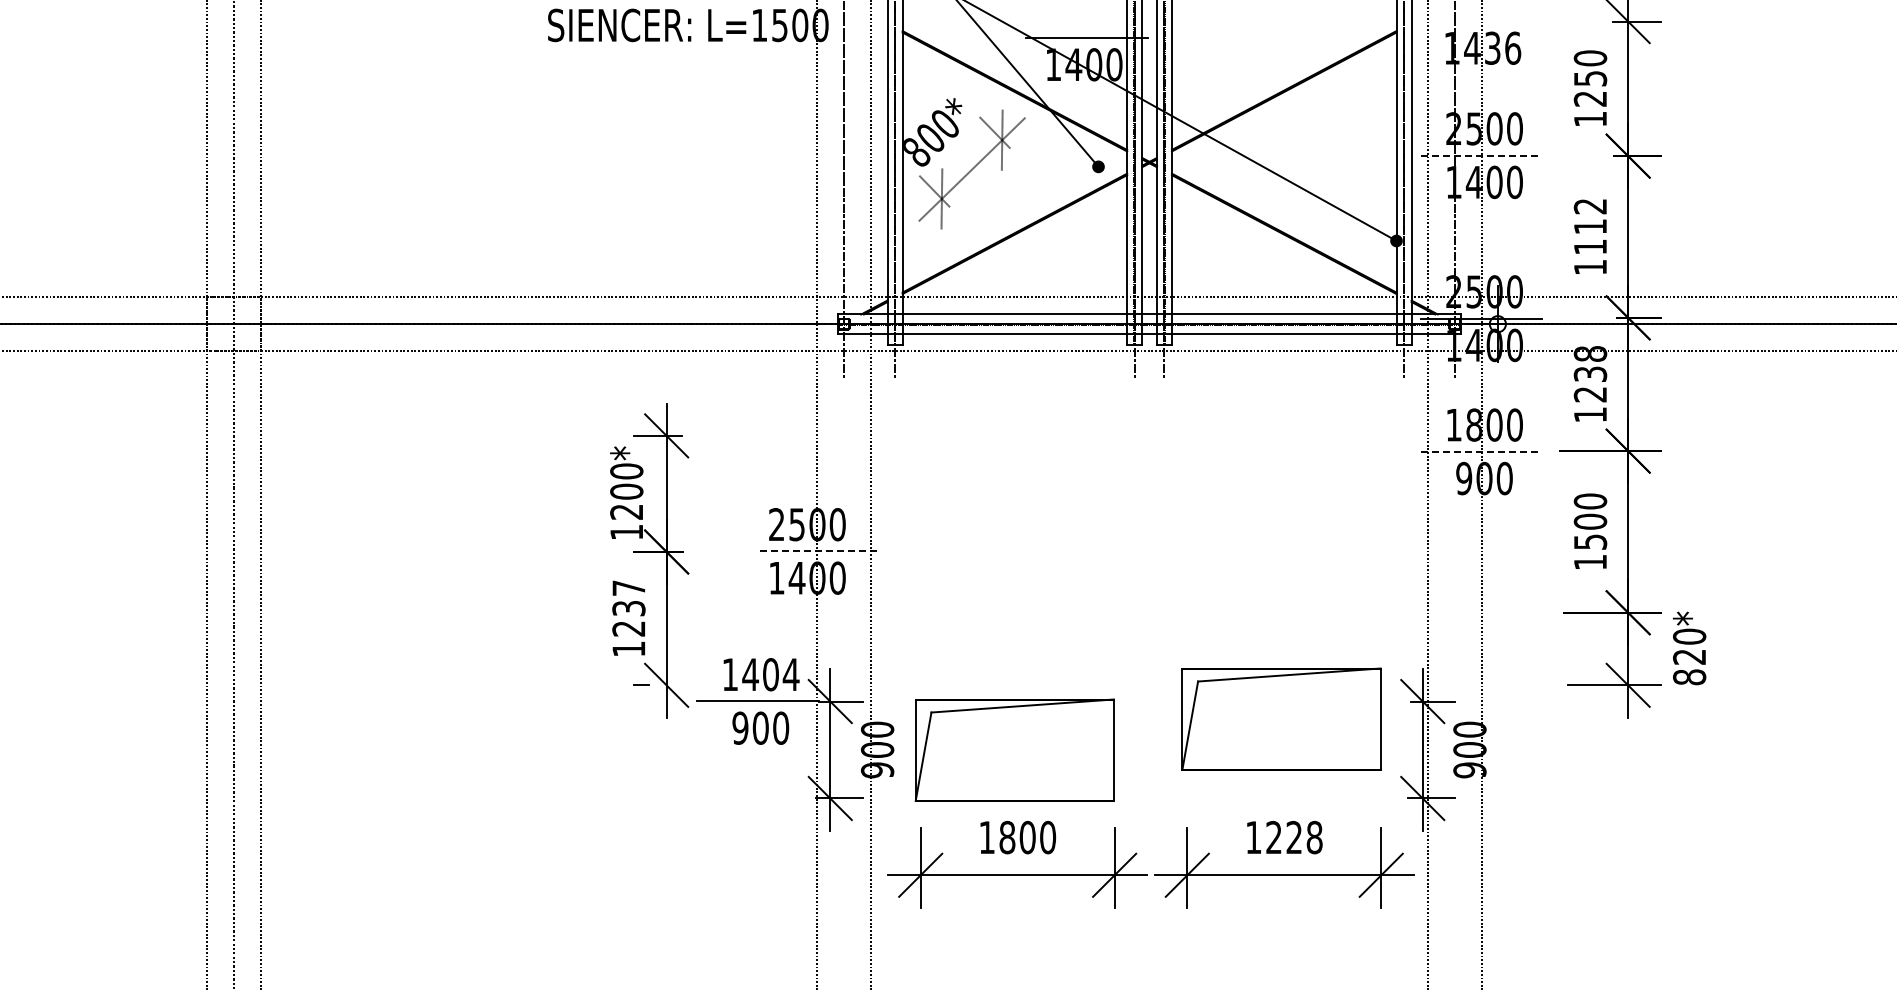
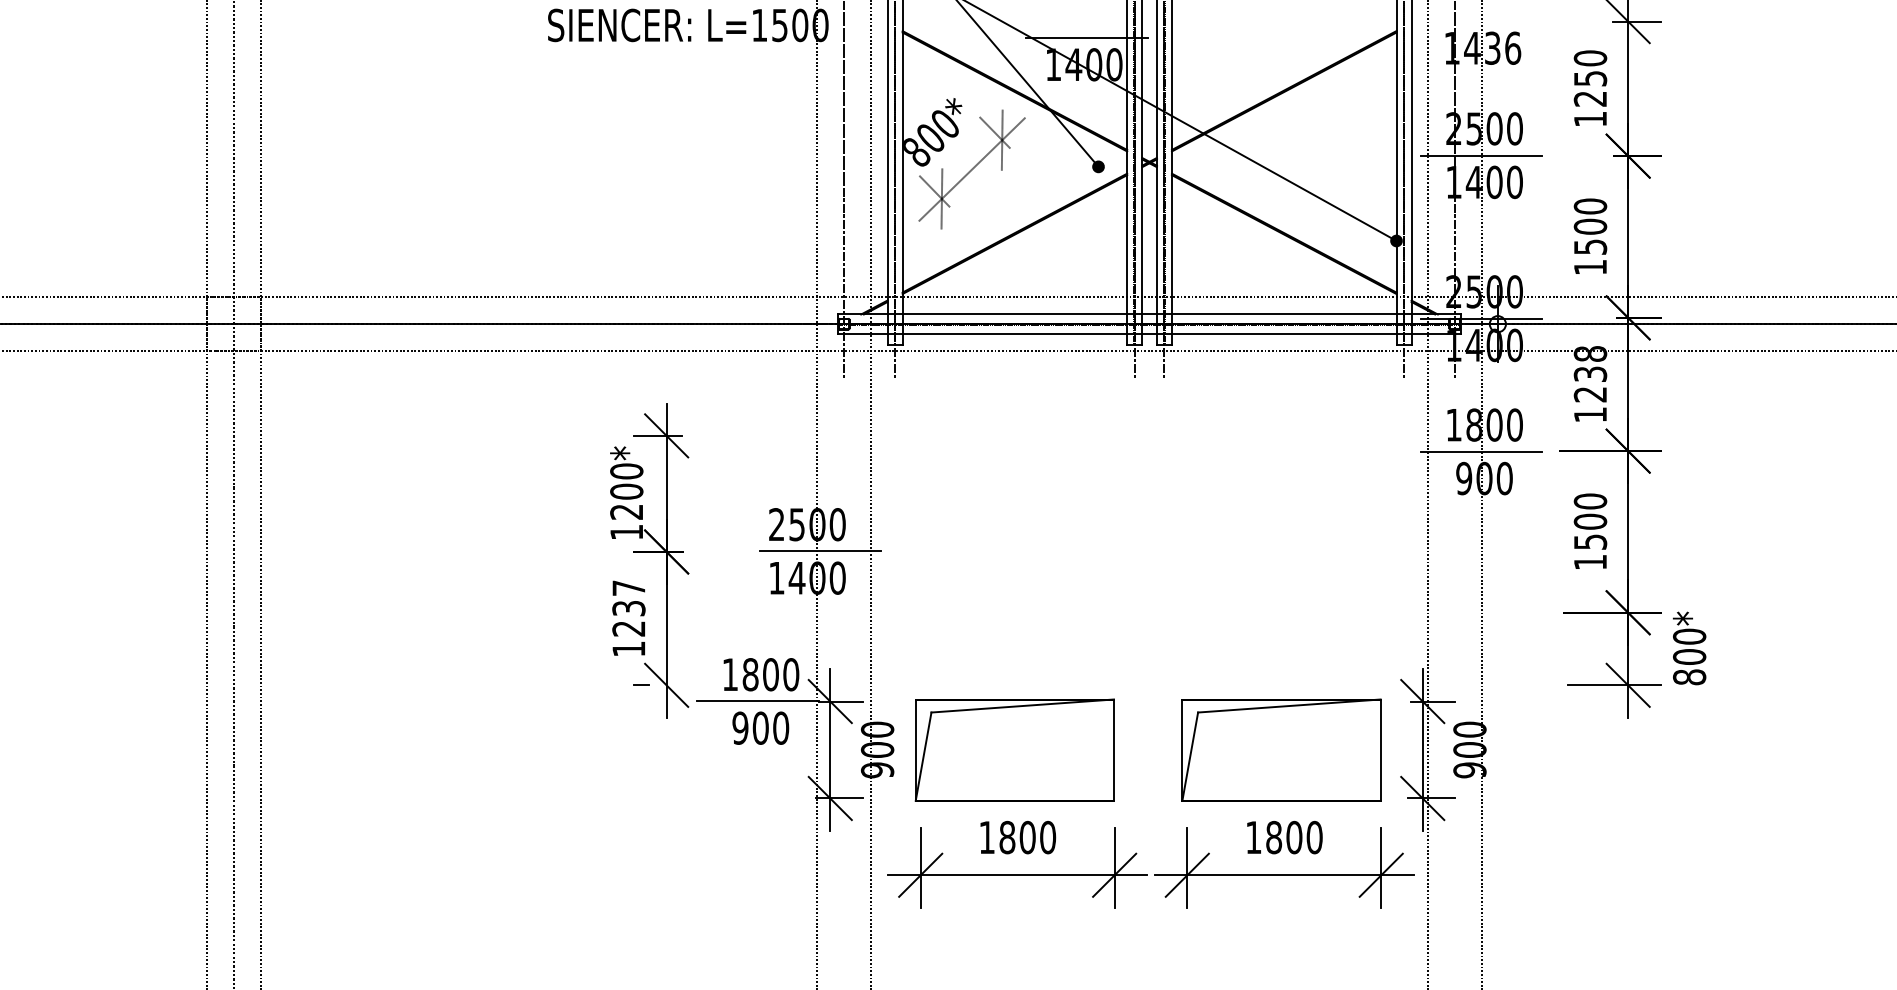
line at (1481, 155): dashed -> solid
text at (1590, 226): 1112 -> 1500
line at (1481, 451): dashed -> solid
line at (820, 551): dashed -> solid
text at (1689, 656): 820* -> 800*
text at (770, 674): 1404 -> 1800
part at (1281, 718) position: (1281, 718) -> (1281, 749)
text at (1294, 837): 1228 -> 1800
